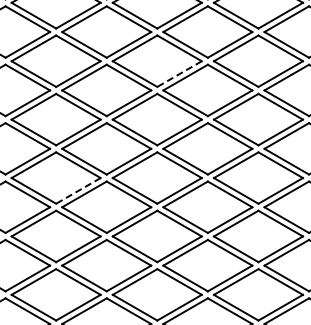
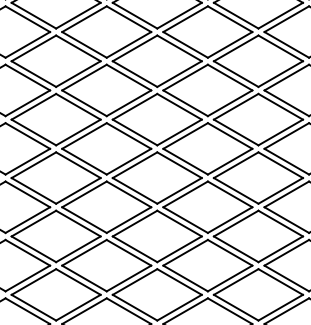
line at (179, 74): dashed -> solid
line at (78, 190): dashed -> solid
